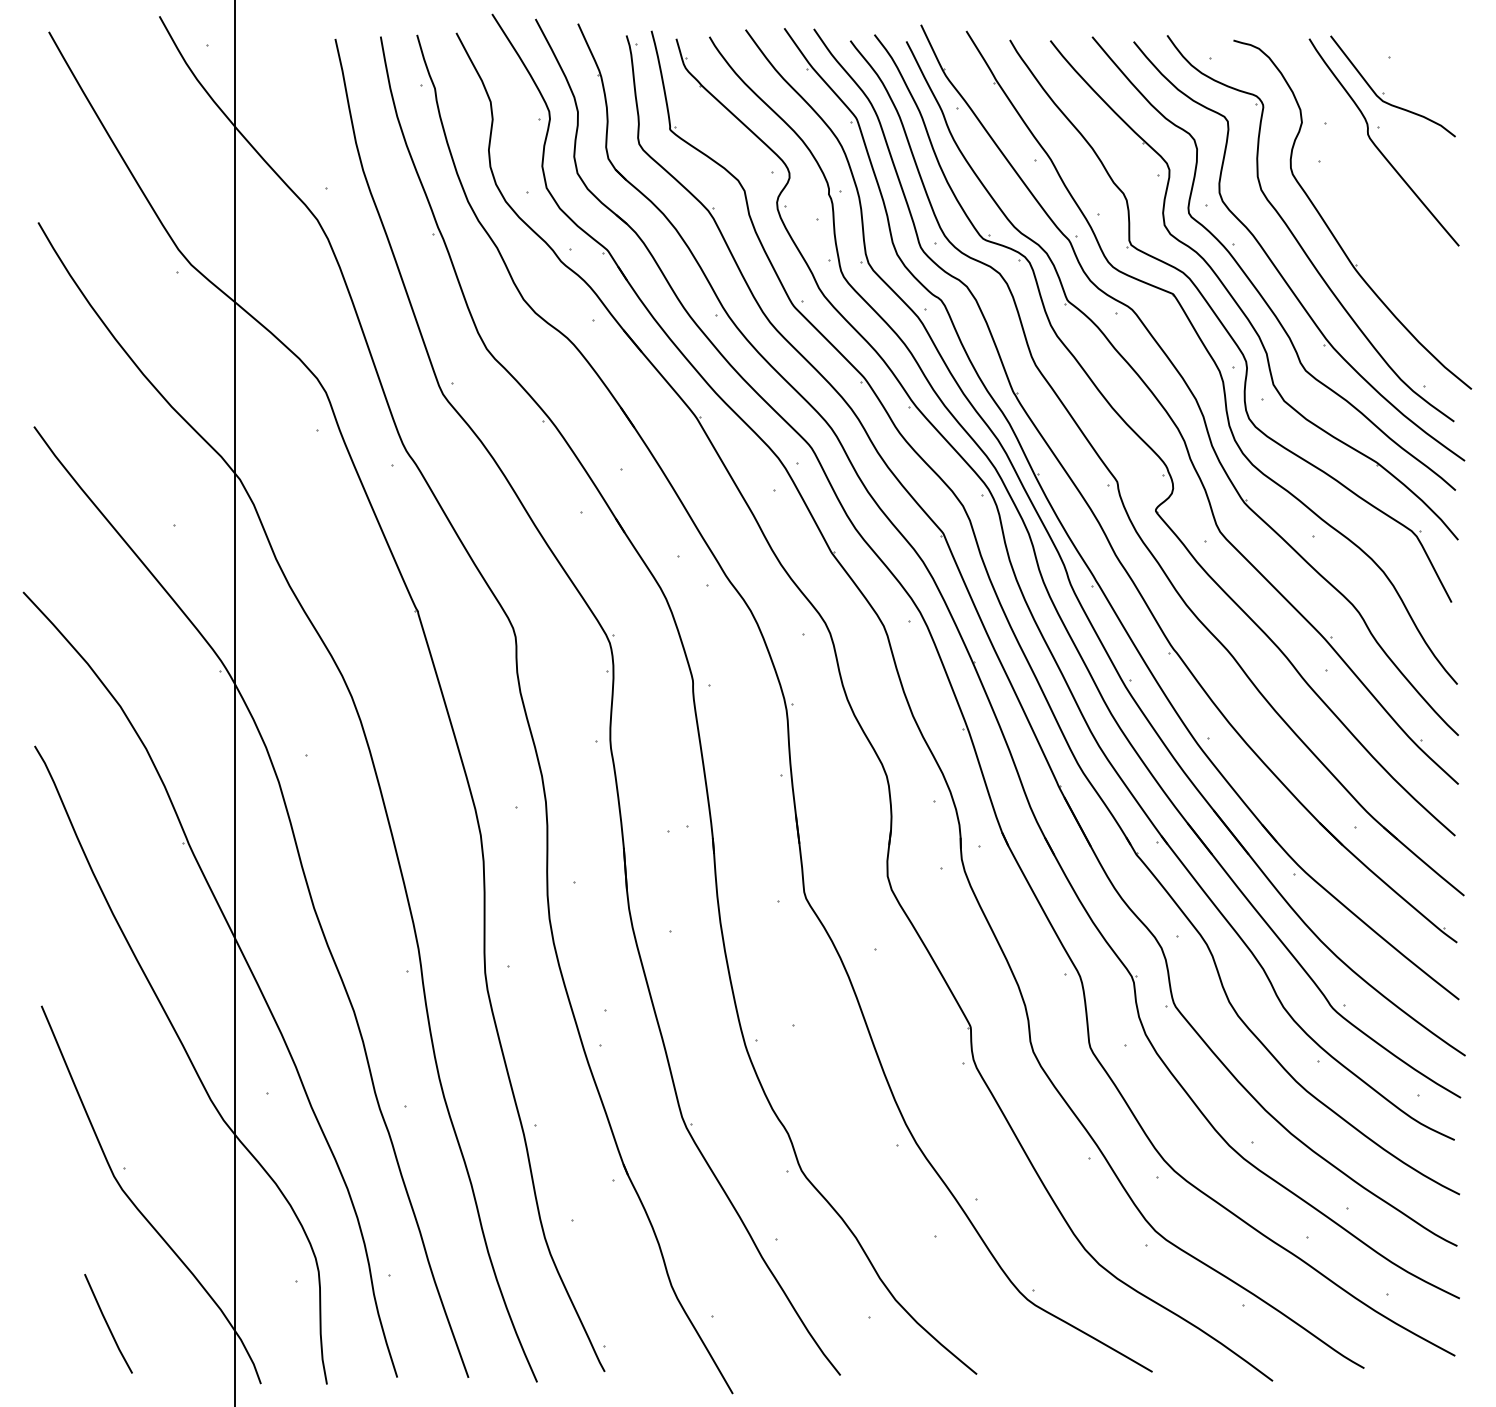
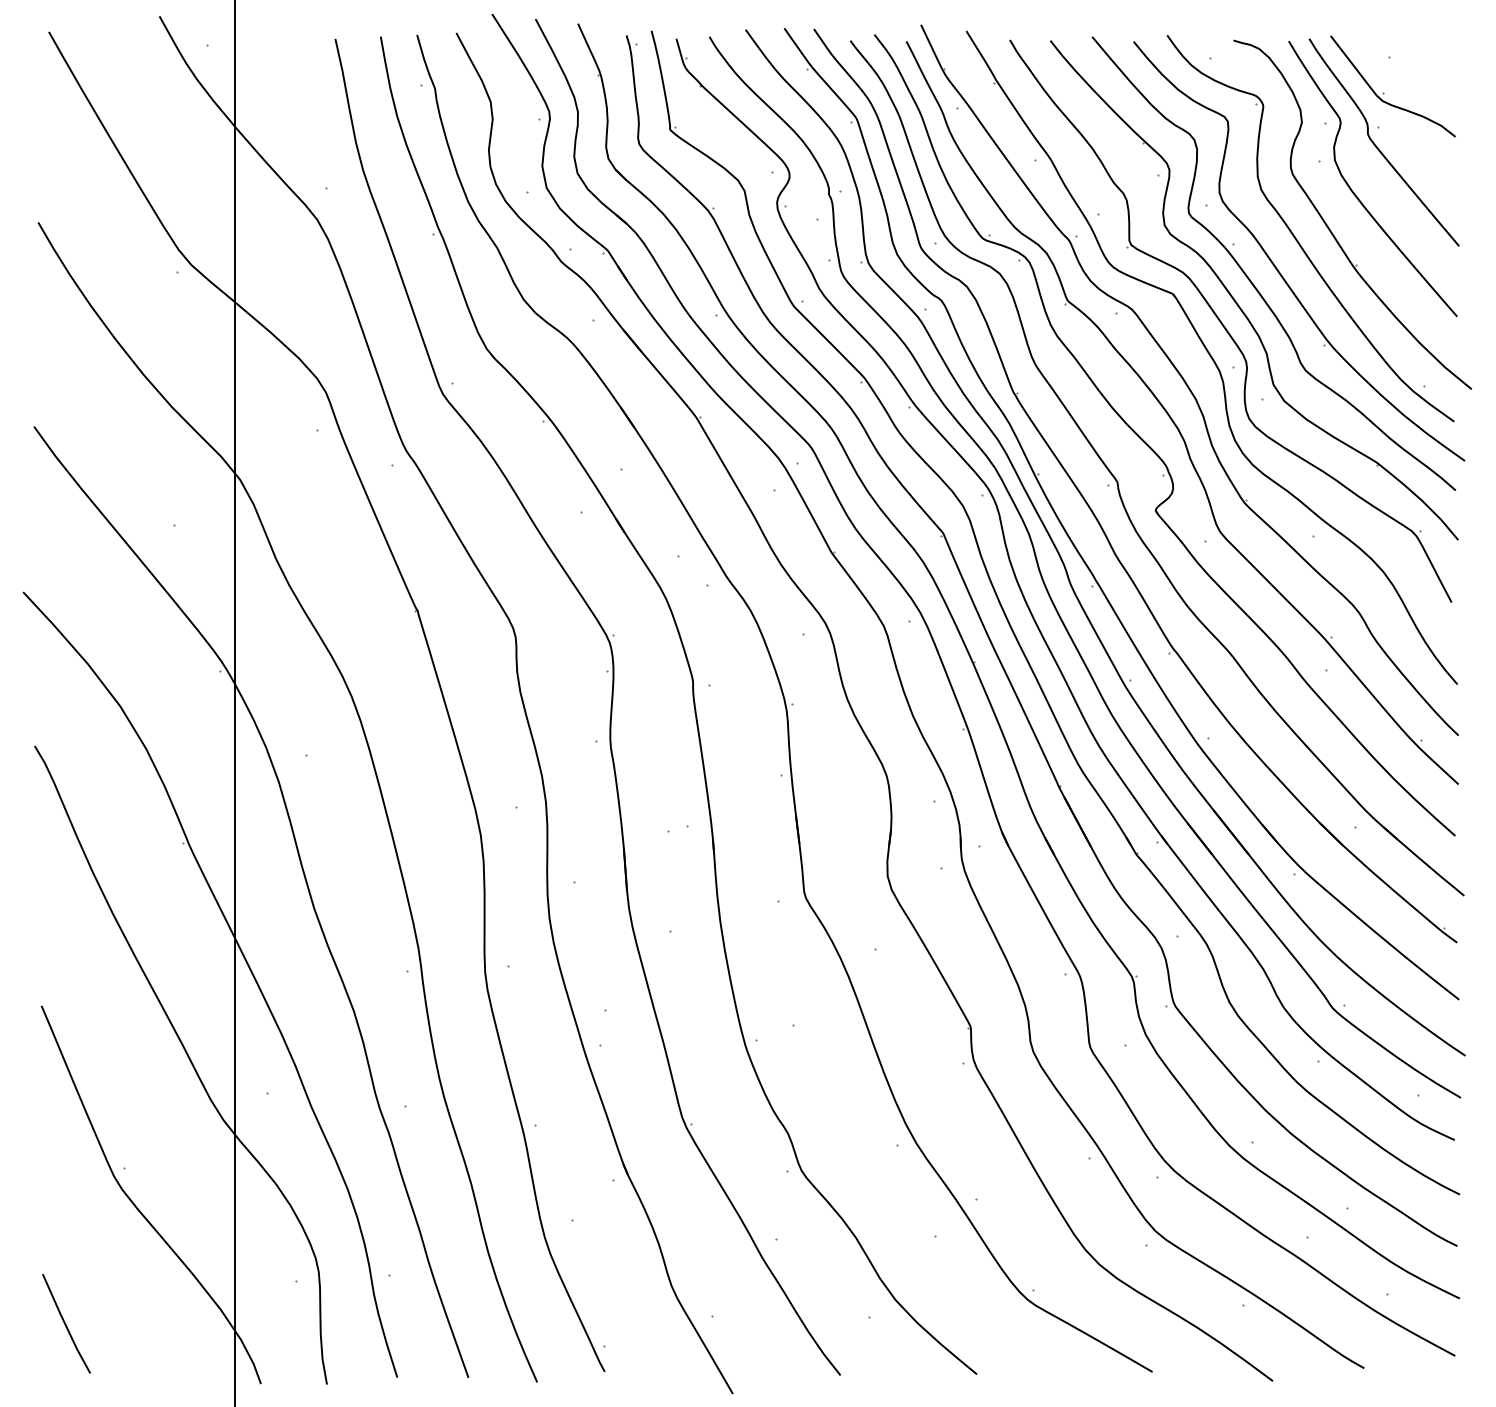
curve at (1355, 193): none -> present
line at (107, 1323) position: (107, 1323) -> (65, 1323)
